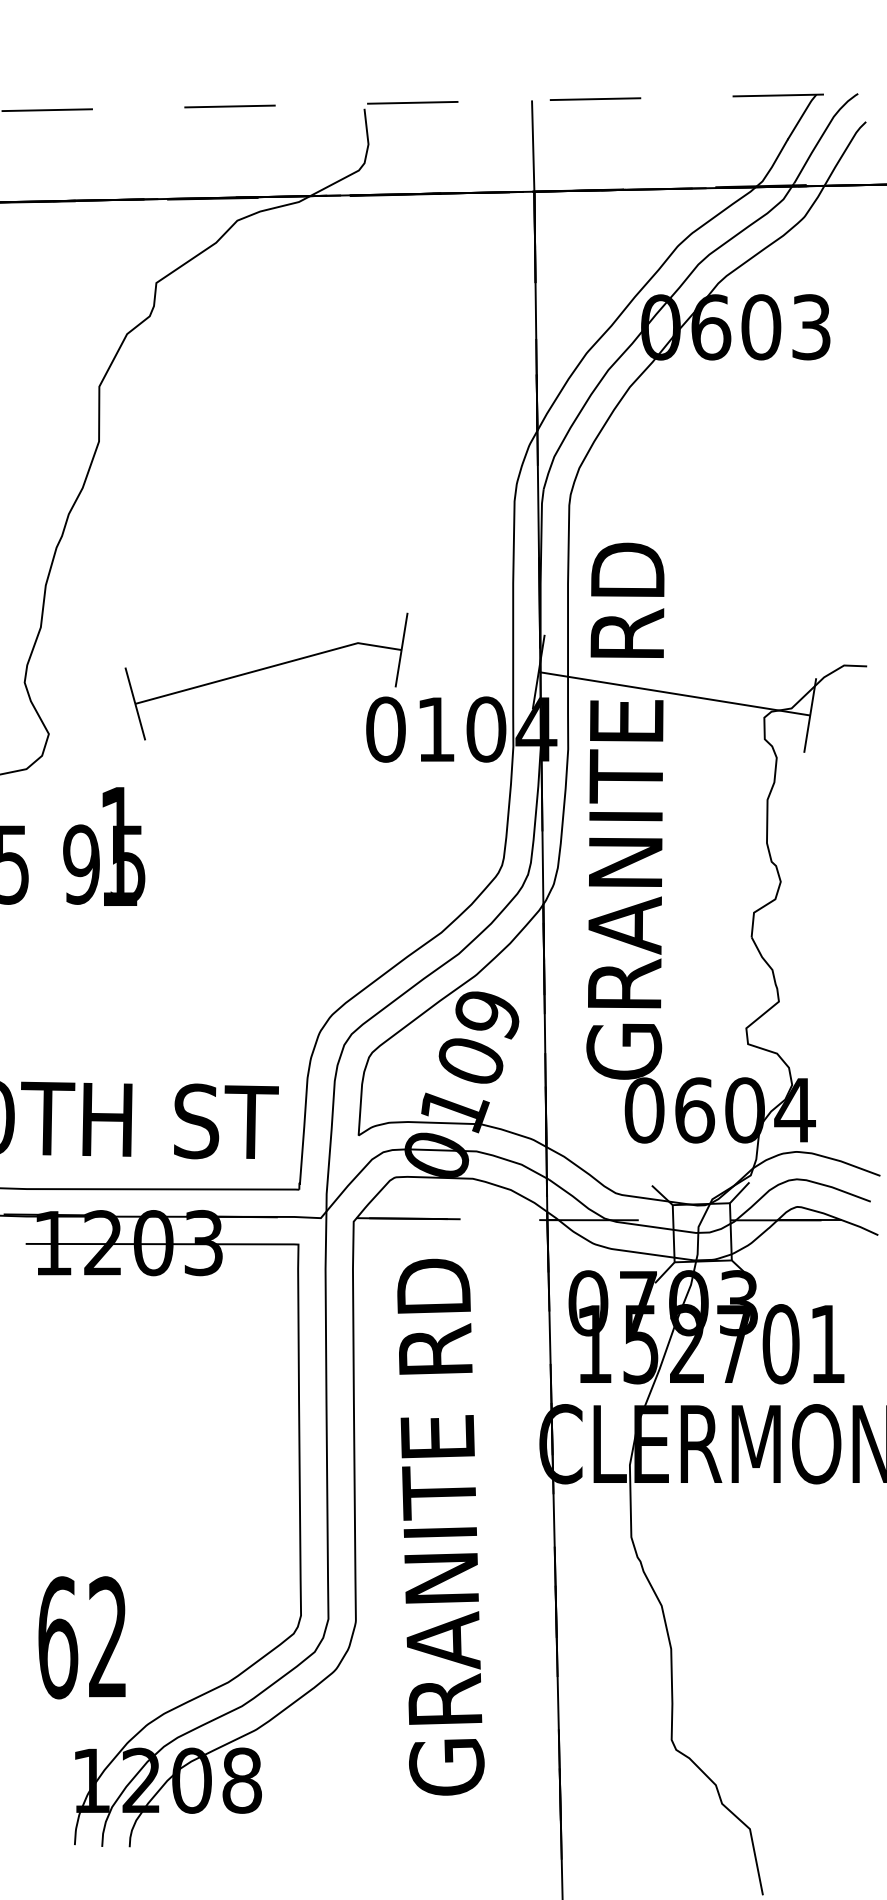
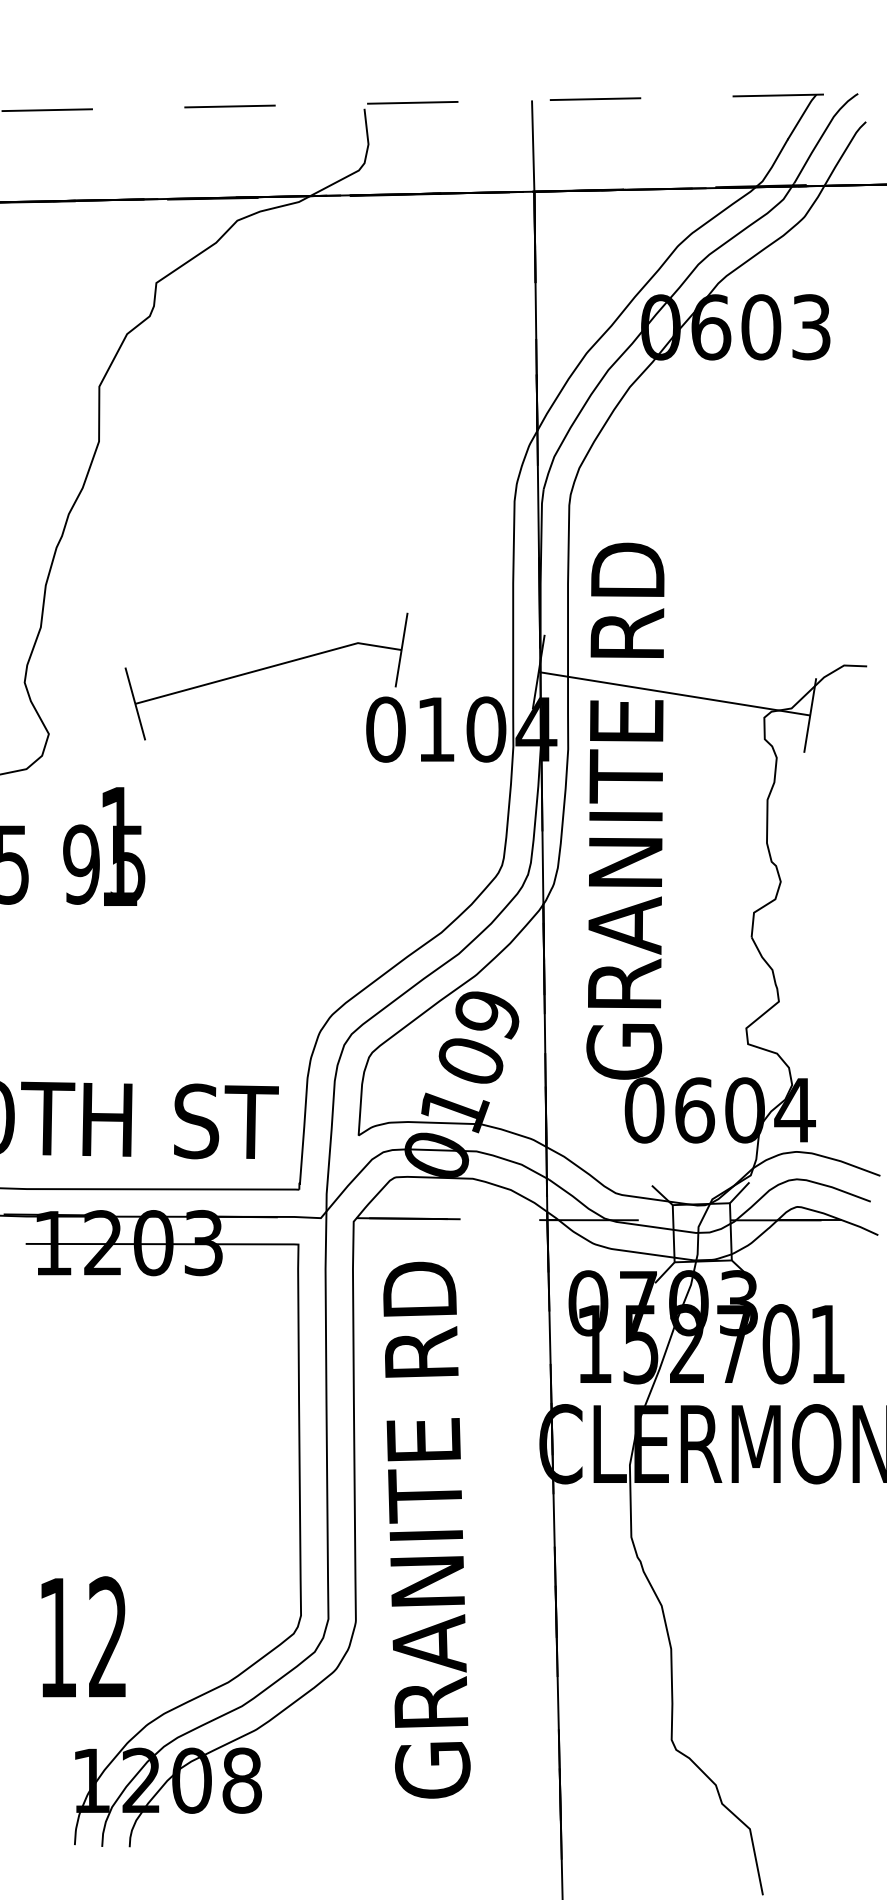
text at (440, 1526) position: (440, 1526) -> (426, 1529)
text at (58, 1637): 62 -> 12
